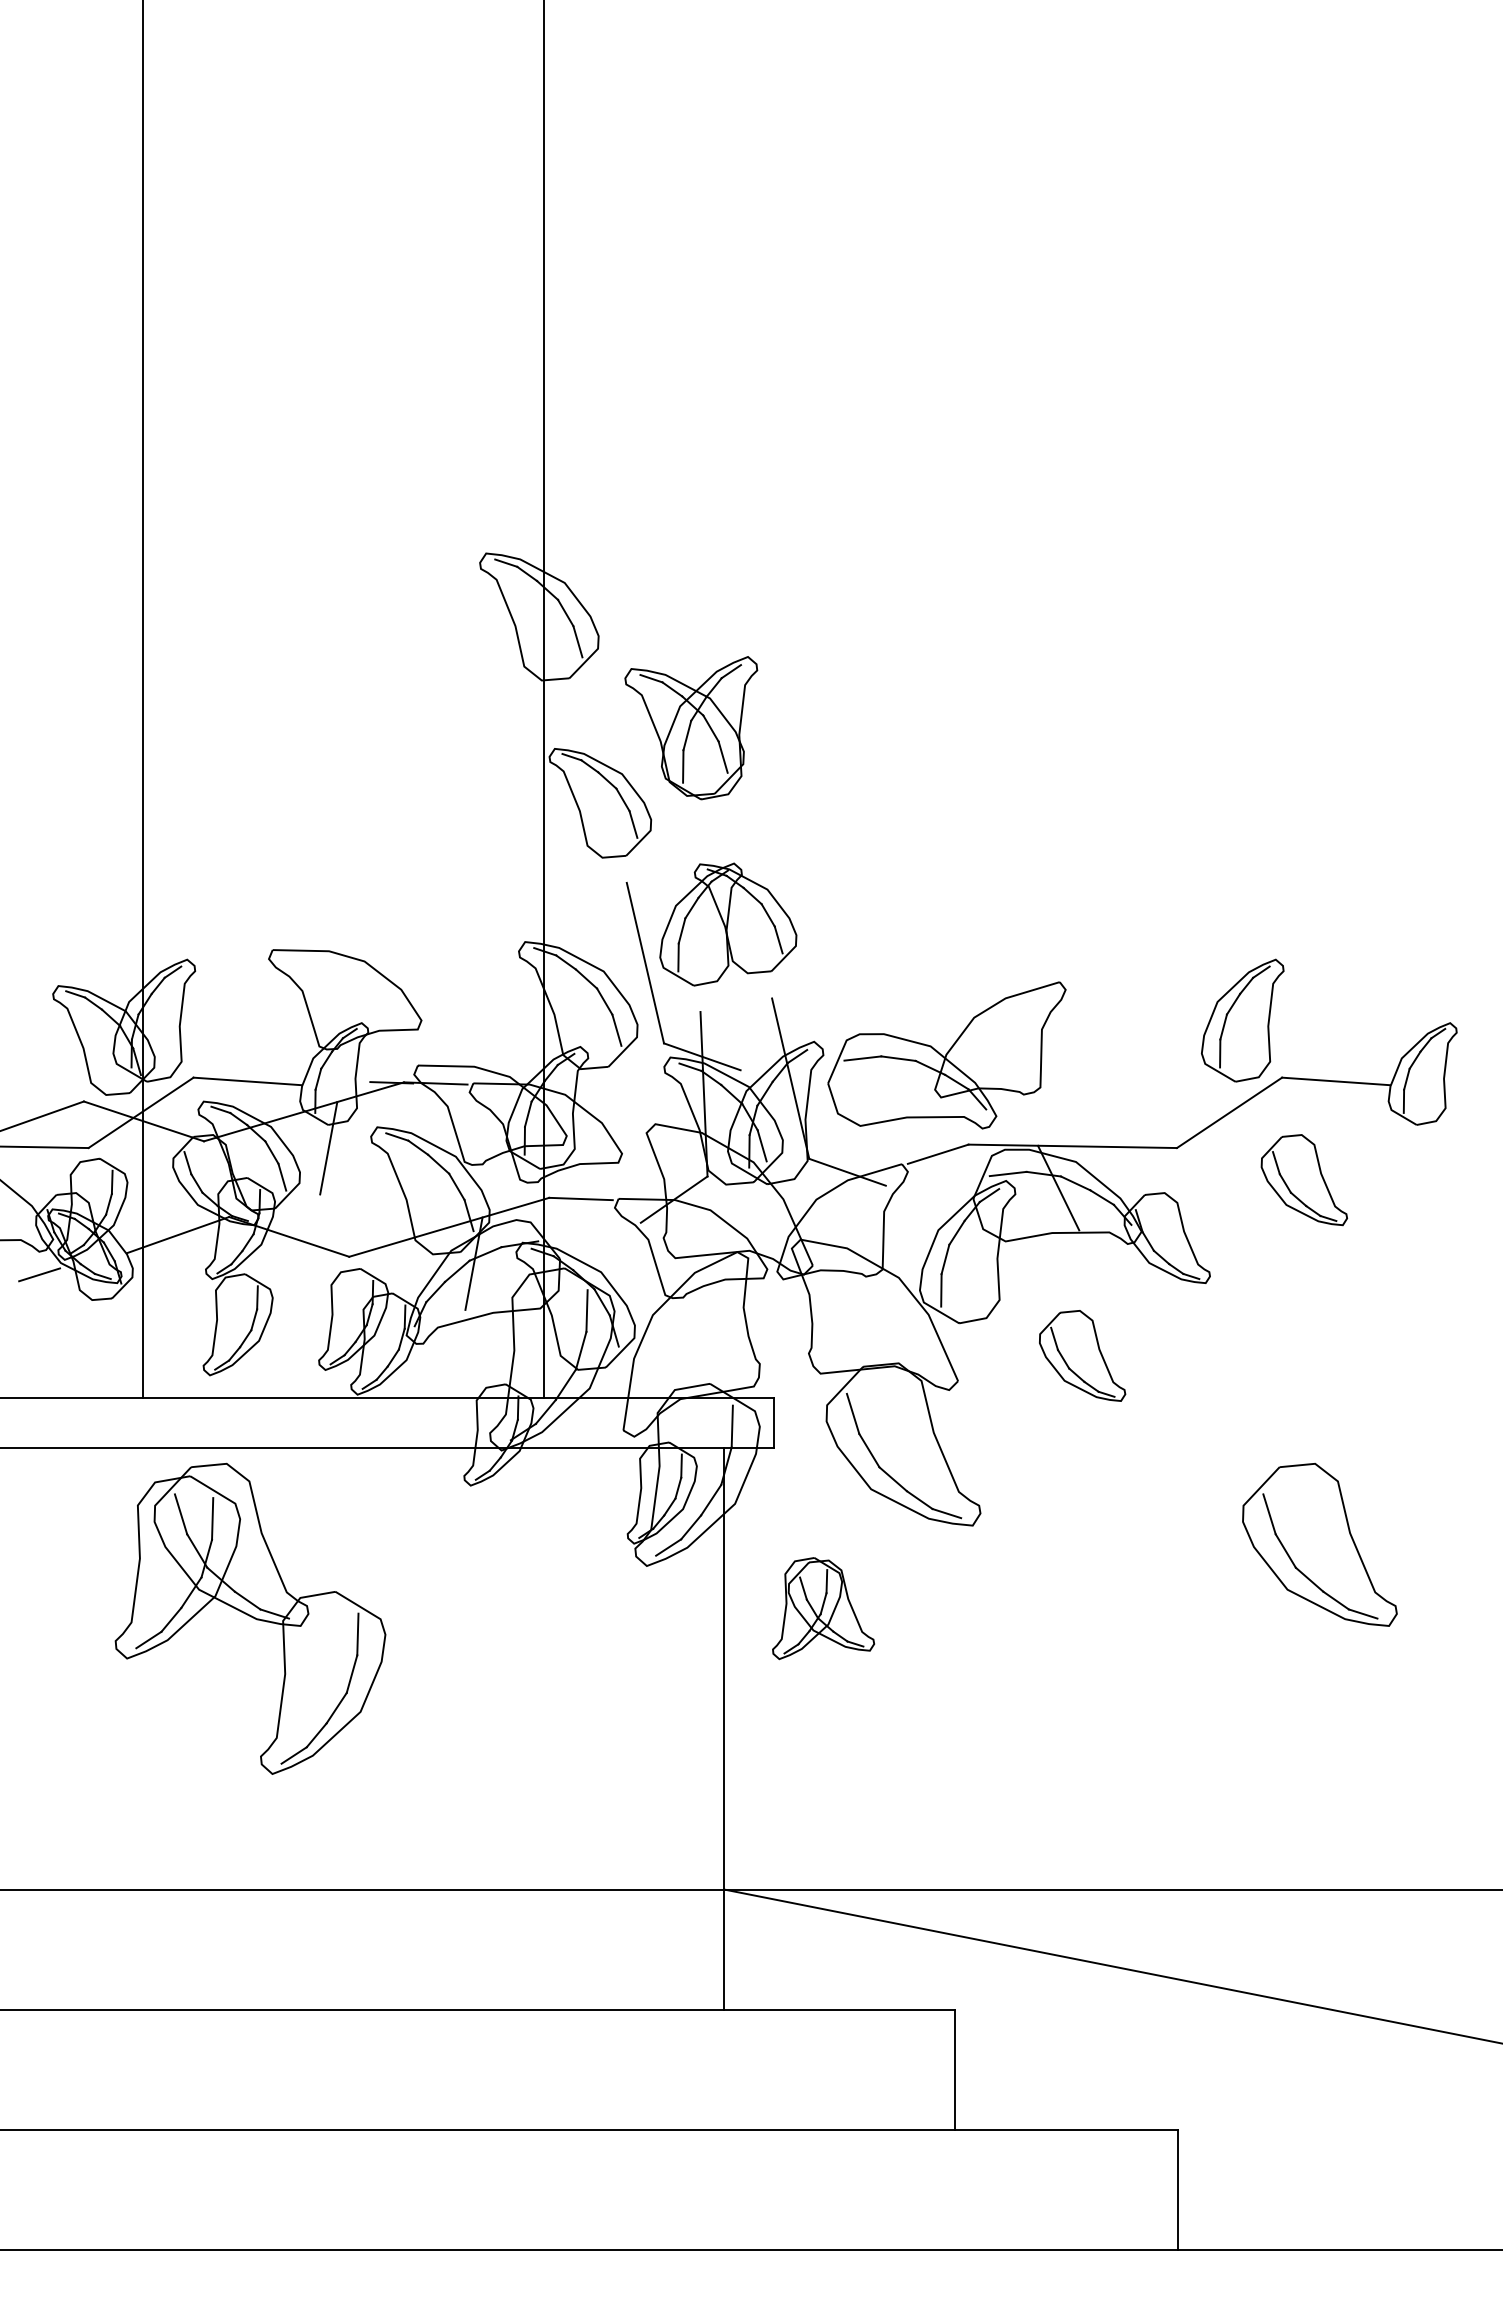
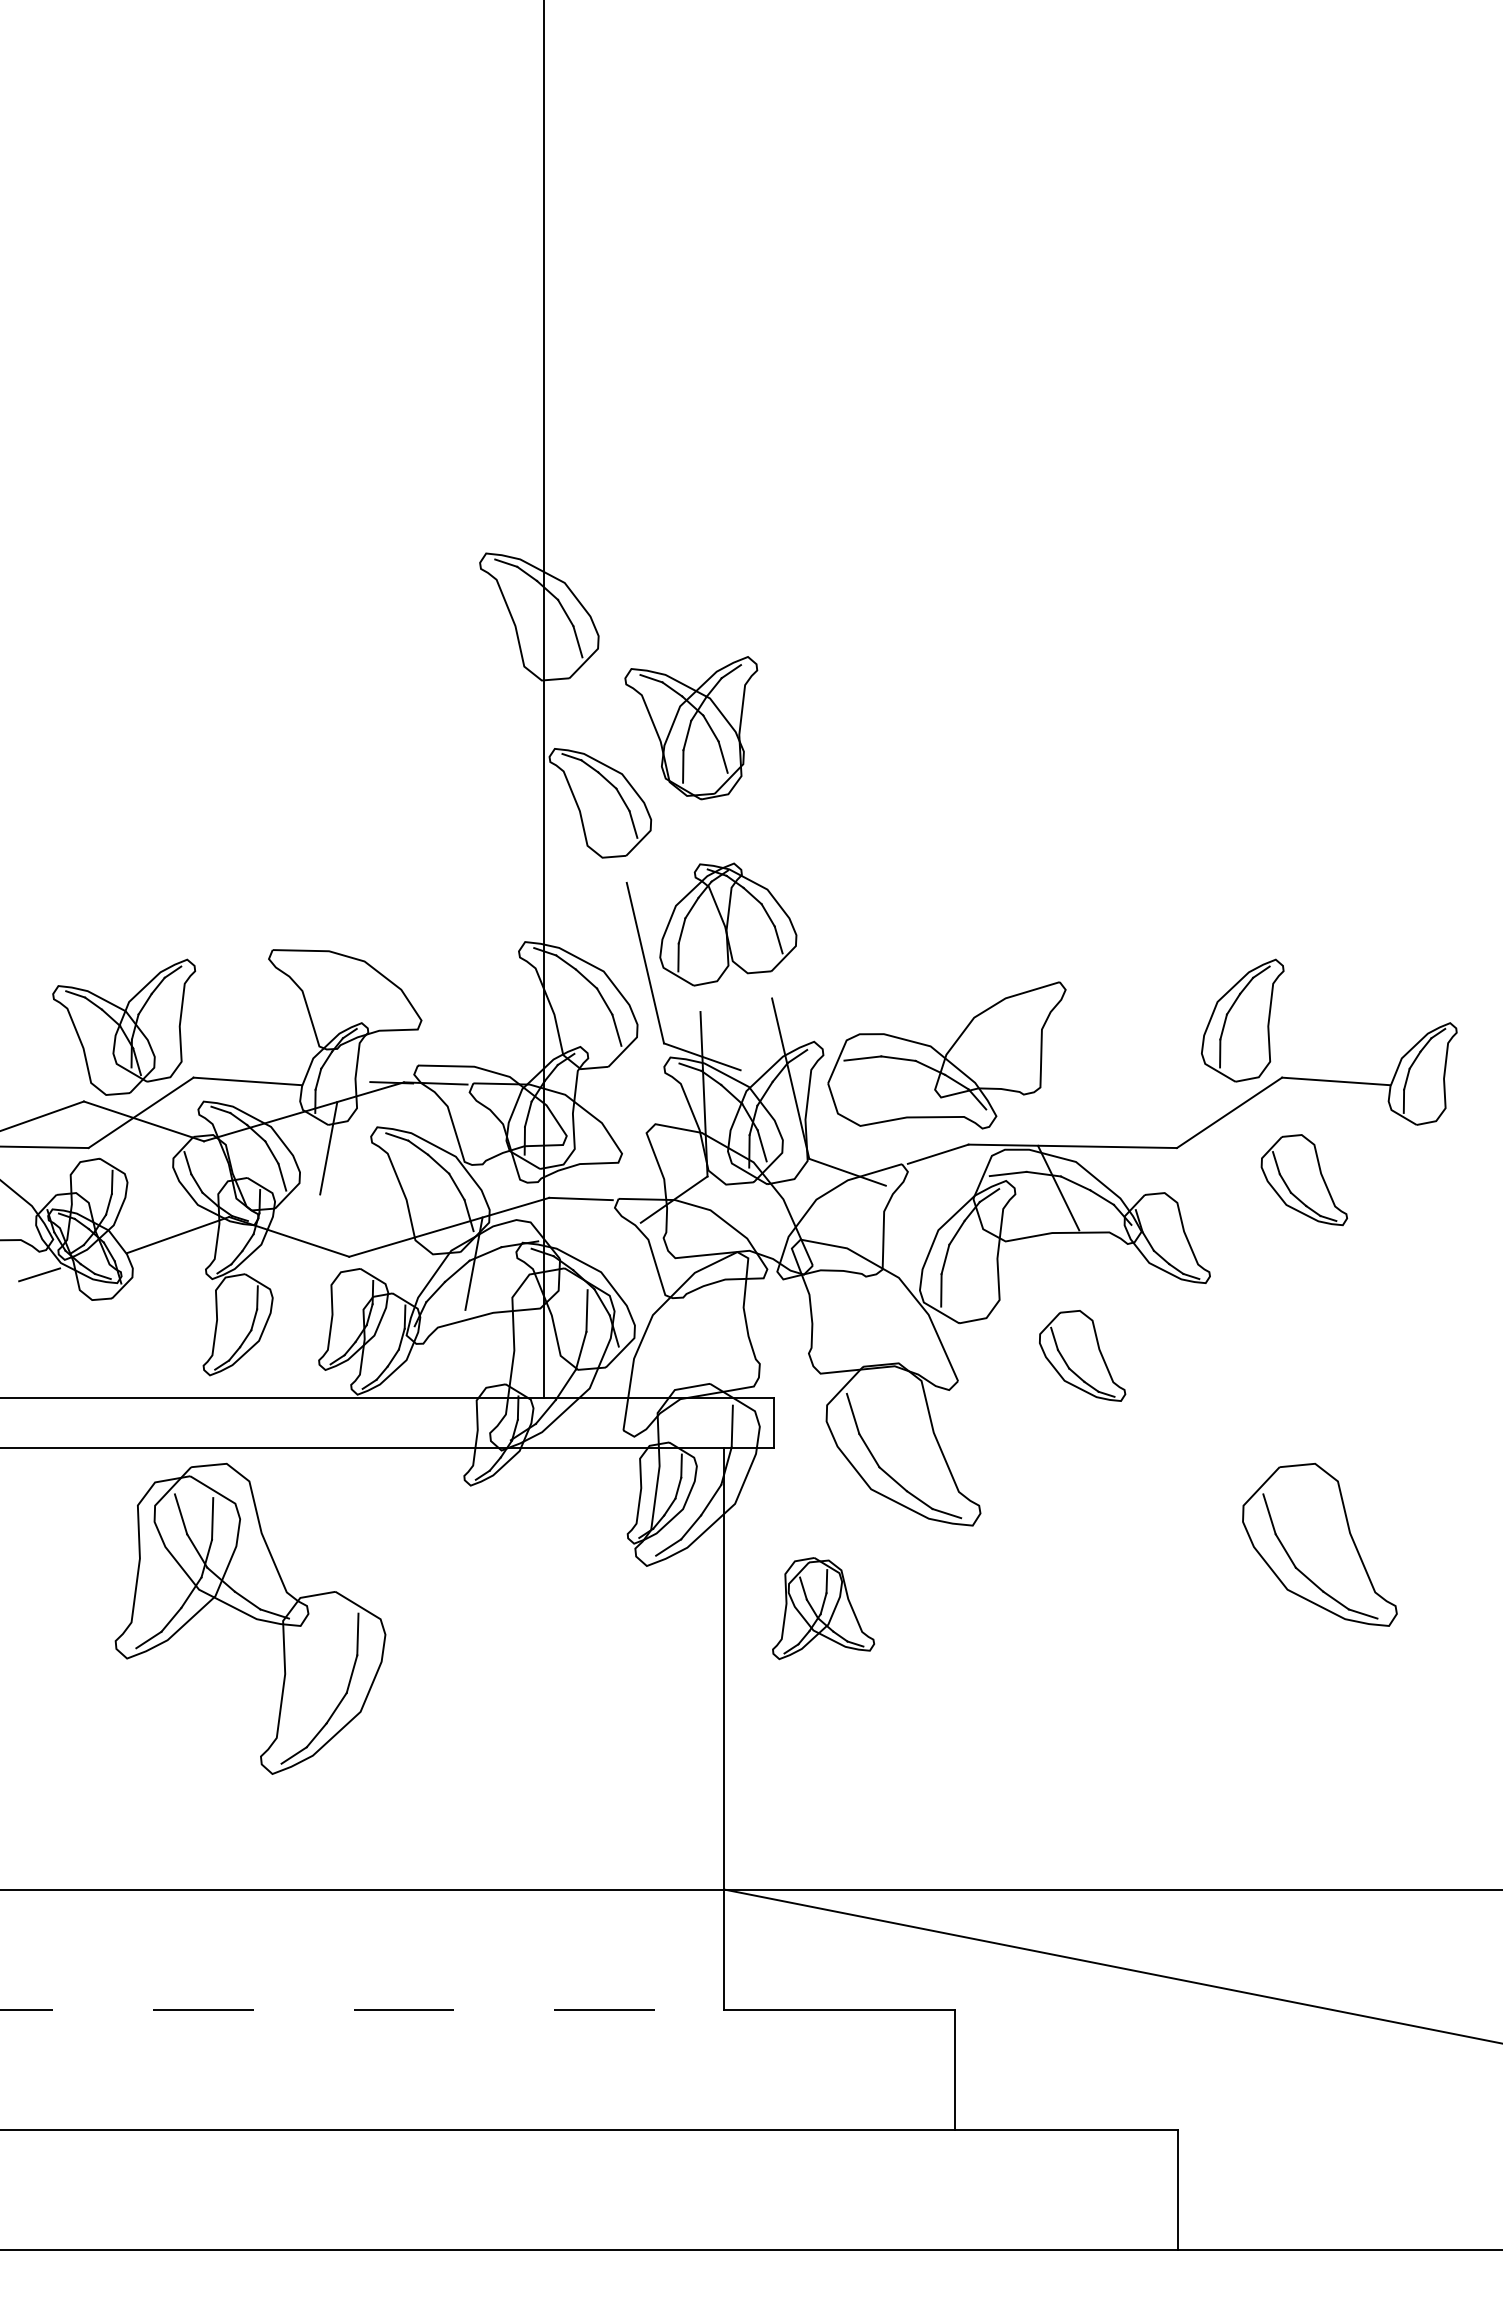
line at (143, 700): present -> none
line at (362, 2009): solid -> dashed
